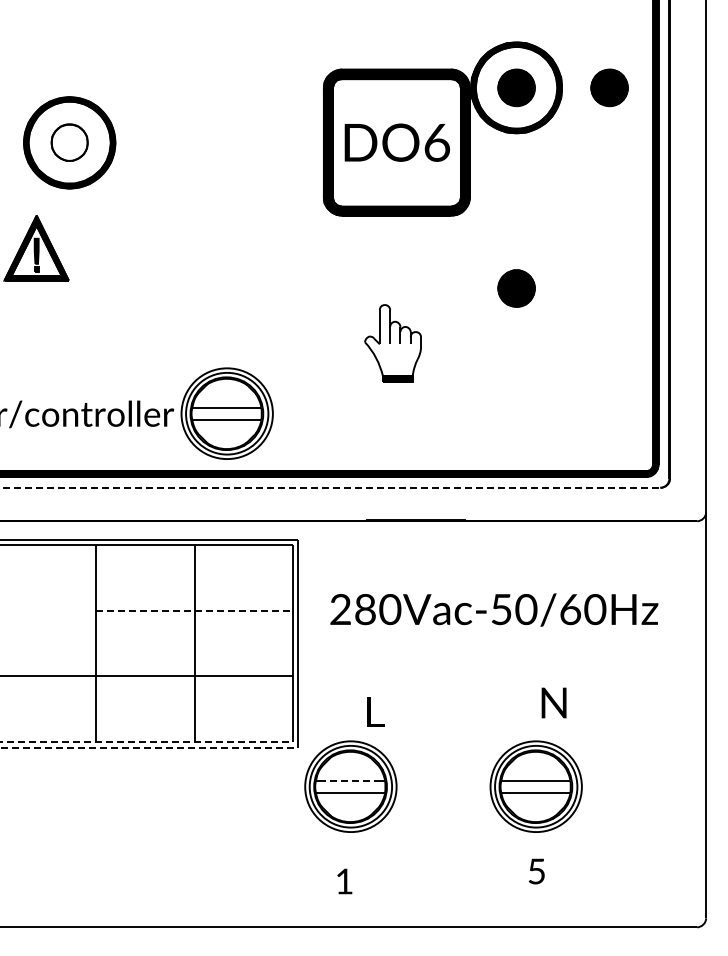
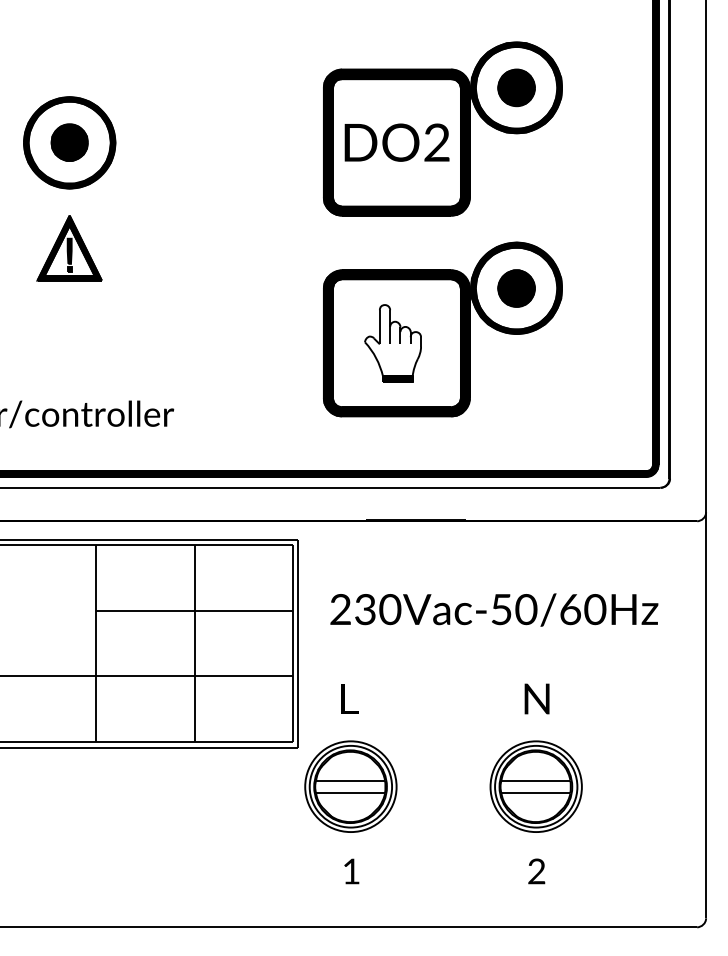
part at (609, 87): present -> none
fill at (69, 142): none -> present
text at (437, 142): DO6 -> DO2
part at (36, 248) position: (36, 248) -> (69, 248)
part at (442, 329): none -> present
part at (226, 413): present -> none
line at (330, 487): dashed -> solid
text at (365, 609): 280Vac-50/60Hz -> 230Vac-50/60Hz
line at (195, 610): dashed -> solid
text at (553, 702) position: (553, 702) -> (536, 698)
text at (375, 711) position: (375, 711) -> (349, 698)
line at (147, 741): dashed -> solid
line at (149, 747): dashed -> solid
line at (350, 780): dashed -> solid
text at (536, 871): 5 -> 2
text at (344, 881) position: (344, 881) -> (351, 871)
